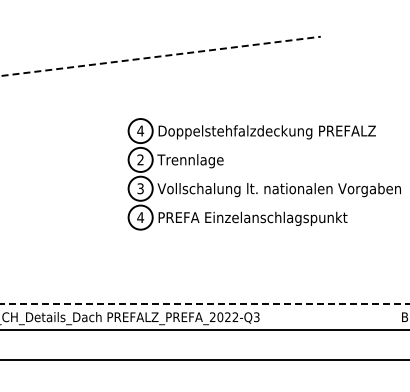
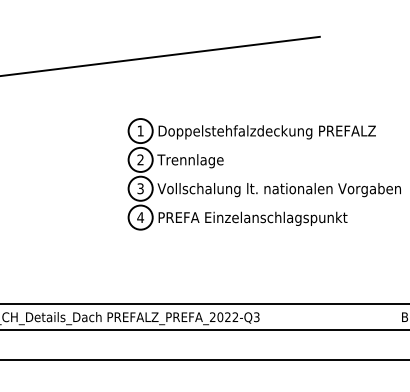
line at (161, 56): dashed -> solid
text at (140, 130): 4 -> 1
line at (204, 303): dashed -> solid
